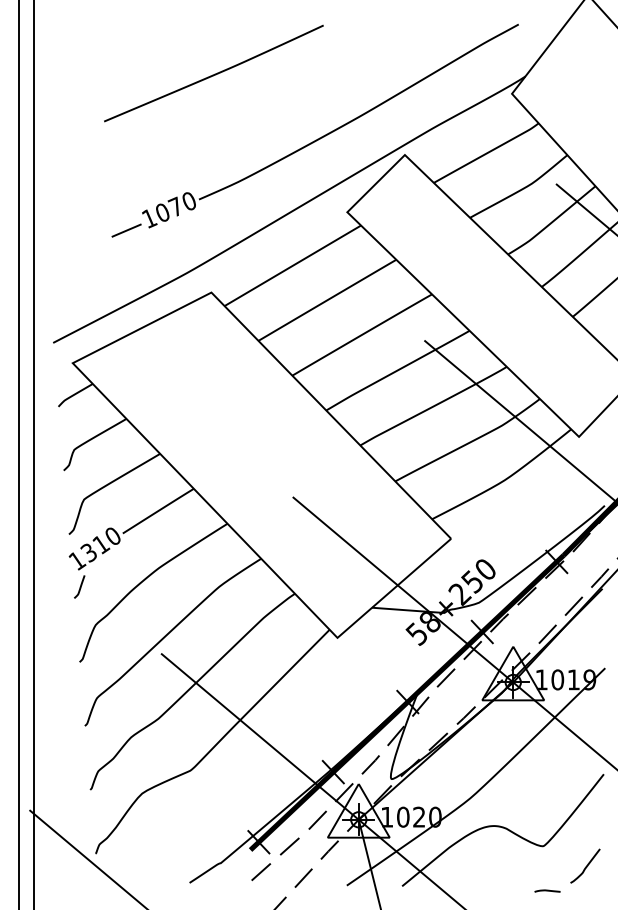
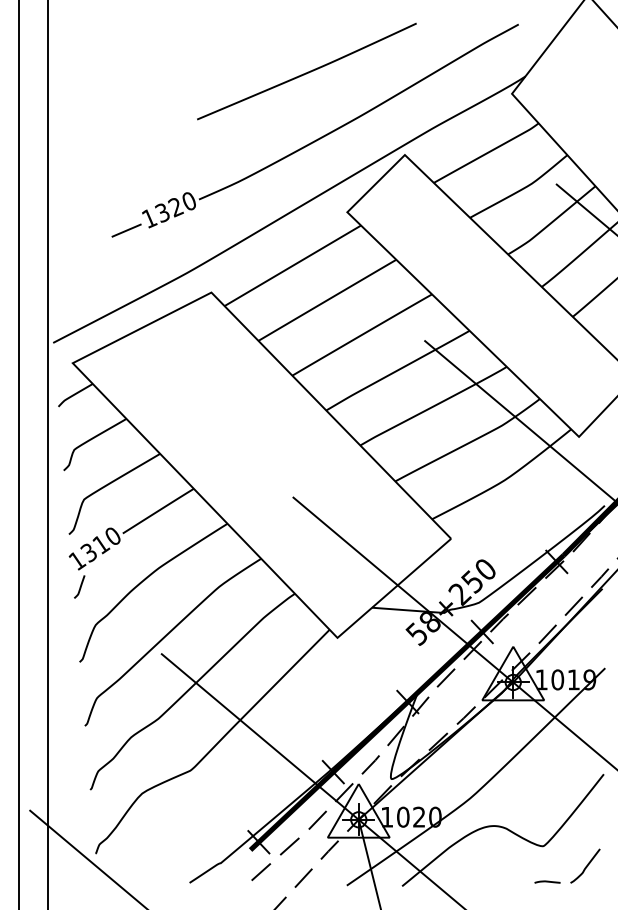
curve at (214, 73) position: (214, 73) -> (307, 71)
text at (168, 209): 1070 -> 1320
line at (33, 454) position: (33, 454) -> (47, 454)
line at (547, 890) position: (547, 890) -> (547, 881)
